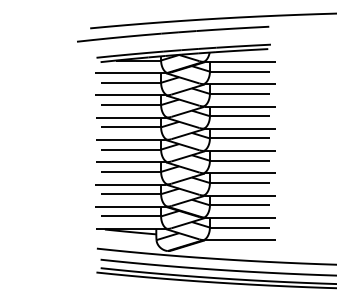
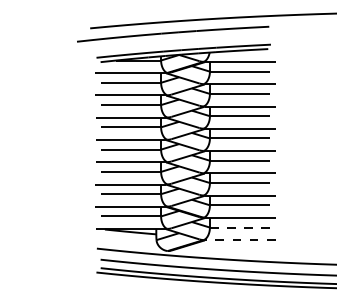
line at (240, 227): solid -> dashed
line at (239, 240): solid -> dashed
